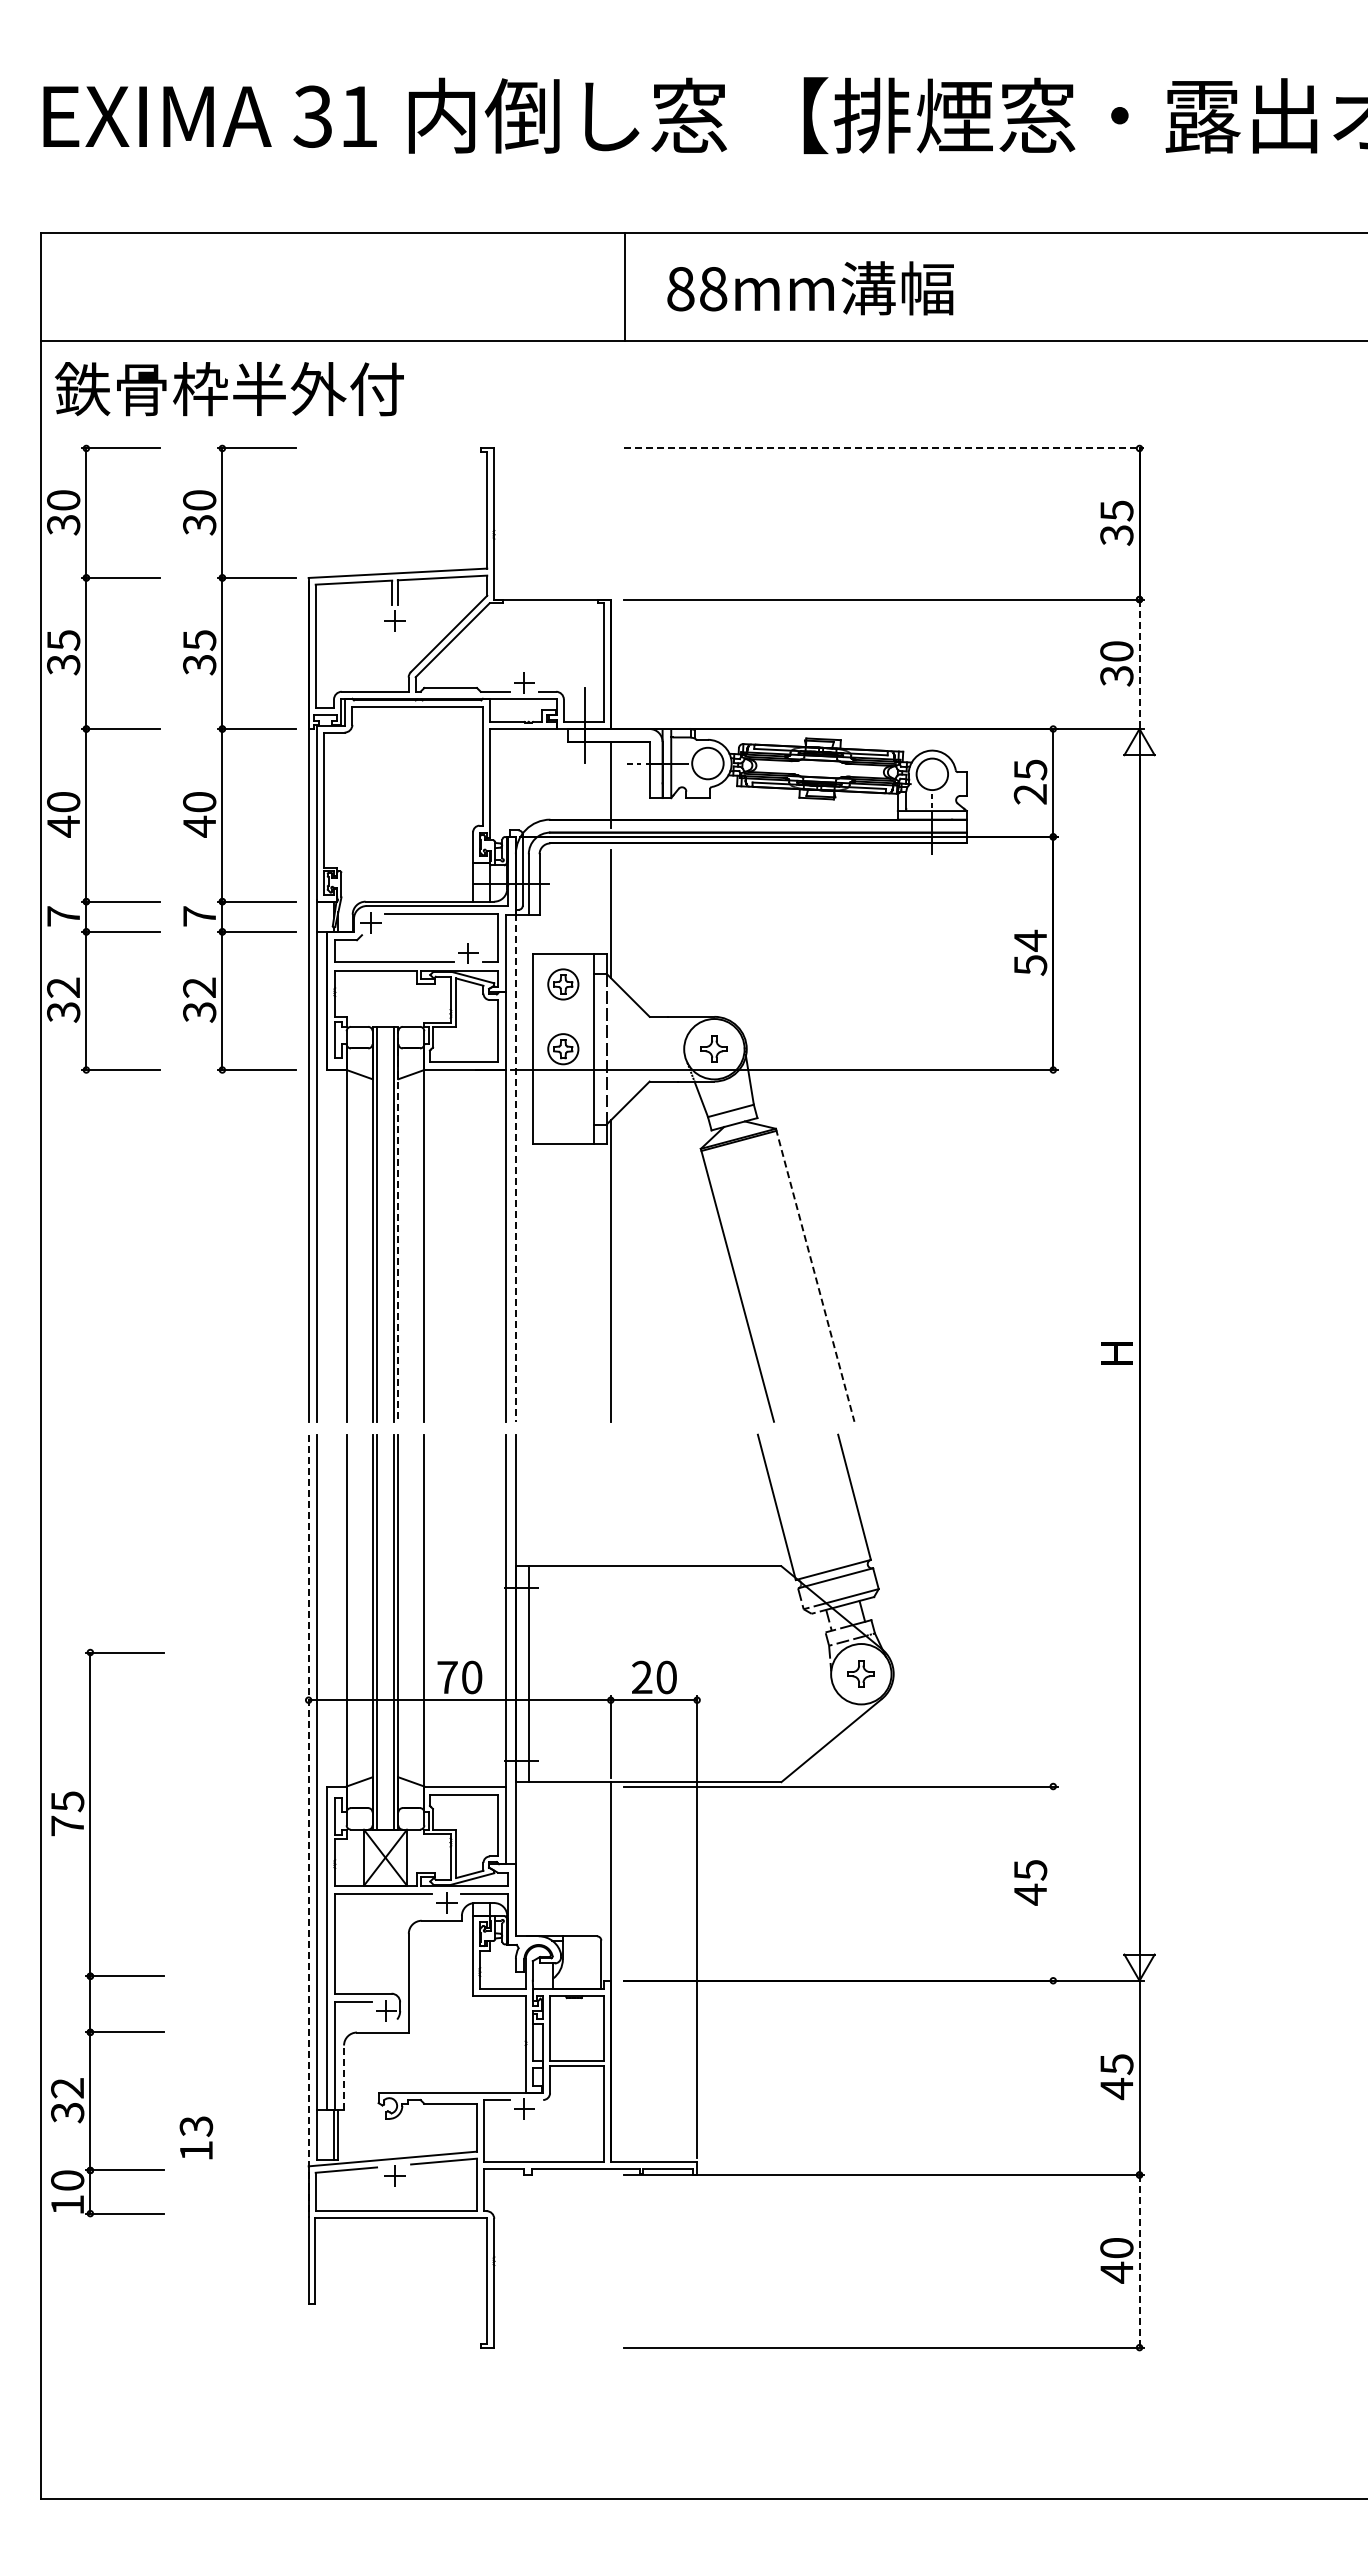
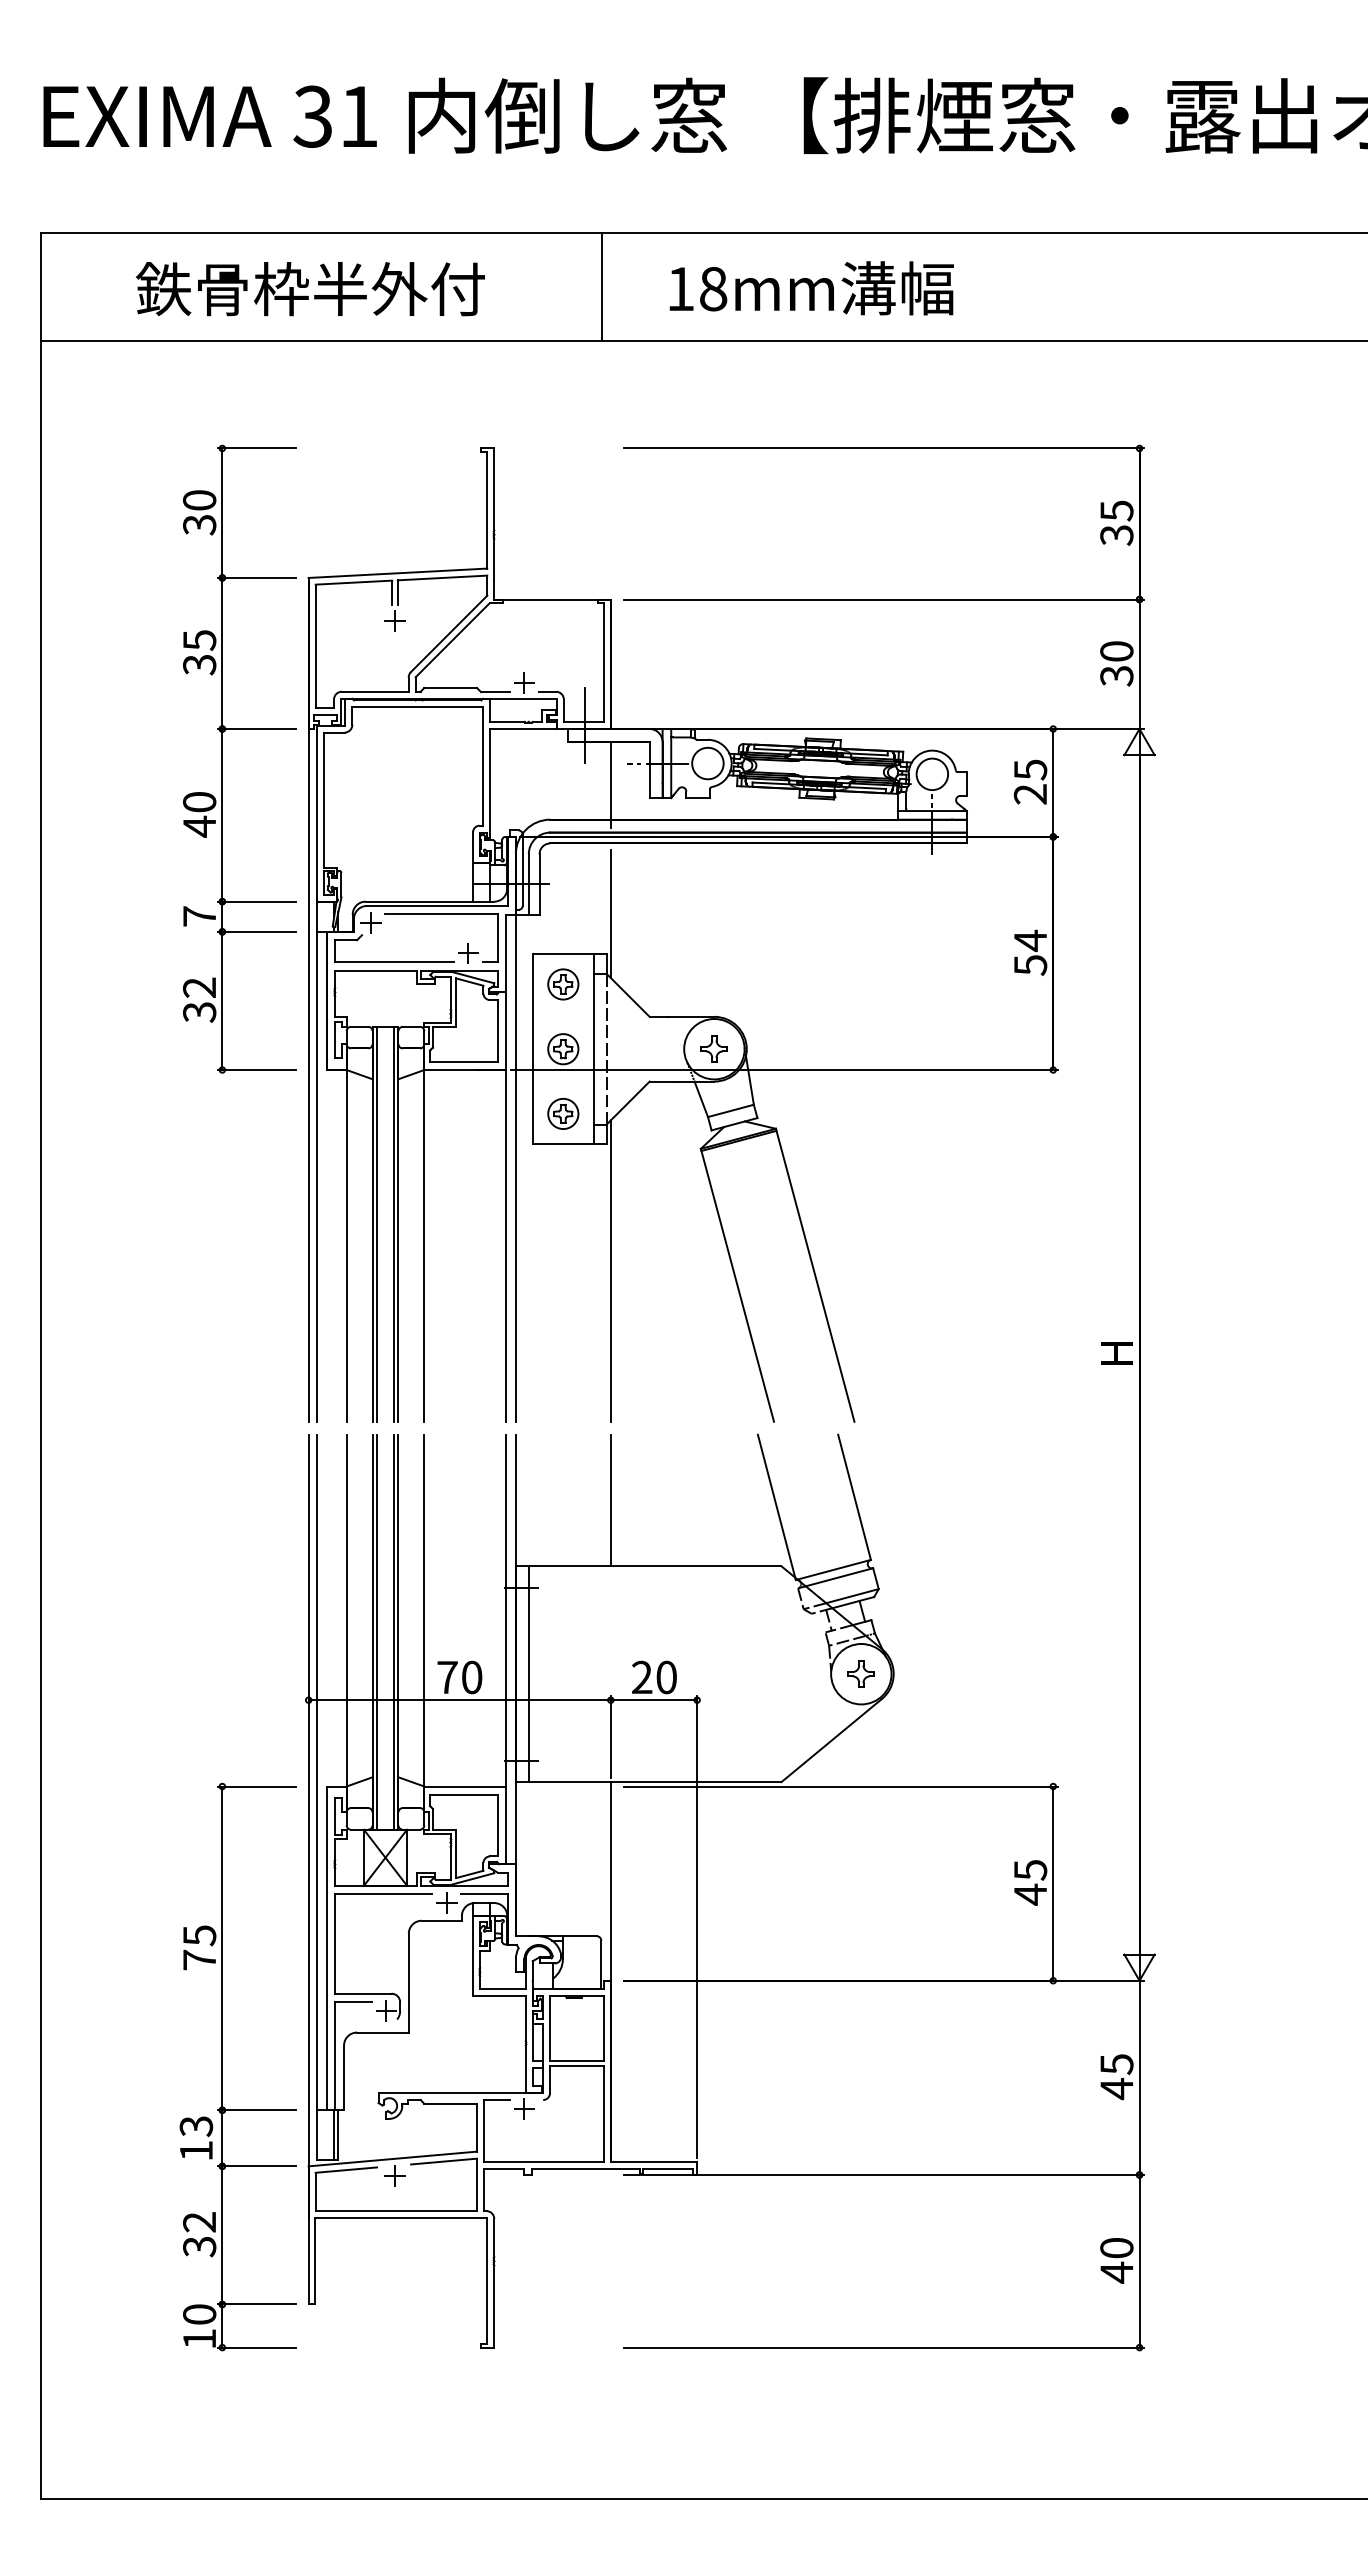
line at (625, 286) position: (625, 286) -> (602, 286)
text at (680, 289): 88mm -> 18mm
text at (228, 389) position: (228, 389) -> (309, 289)
line at (884, 448): dashed -> solid
line at (1139, 664): dashed -> solid
part at (86, 758): present -> none
part at (563, 1113): none -> present
line at (515, 1129): dashed -> solid
line at (398, 1224): dashed -> solid
line at (815, 1275): dashed -> solid
line at (610, 1500): none -> present
line at (308, 1826): dashed -> solid
line at (1053, 1883): none -> present
part at (90, 1932) position: (90, 1932) -> (222, 2066)
line at (344, 2077): dashed -> solid
line at (1139, 2261): dashed -> solid
